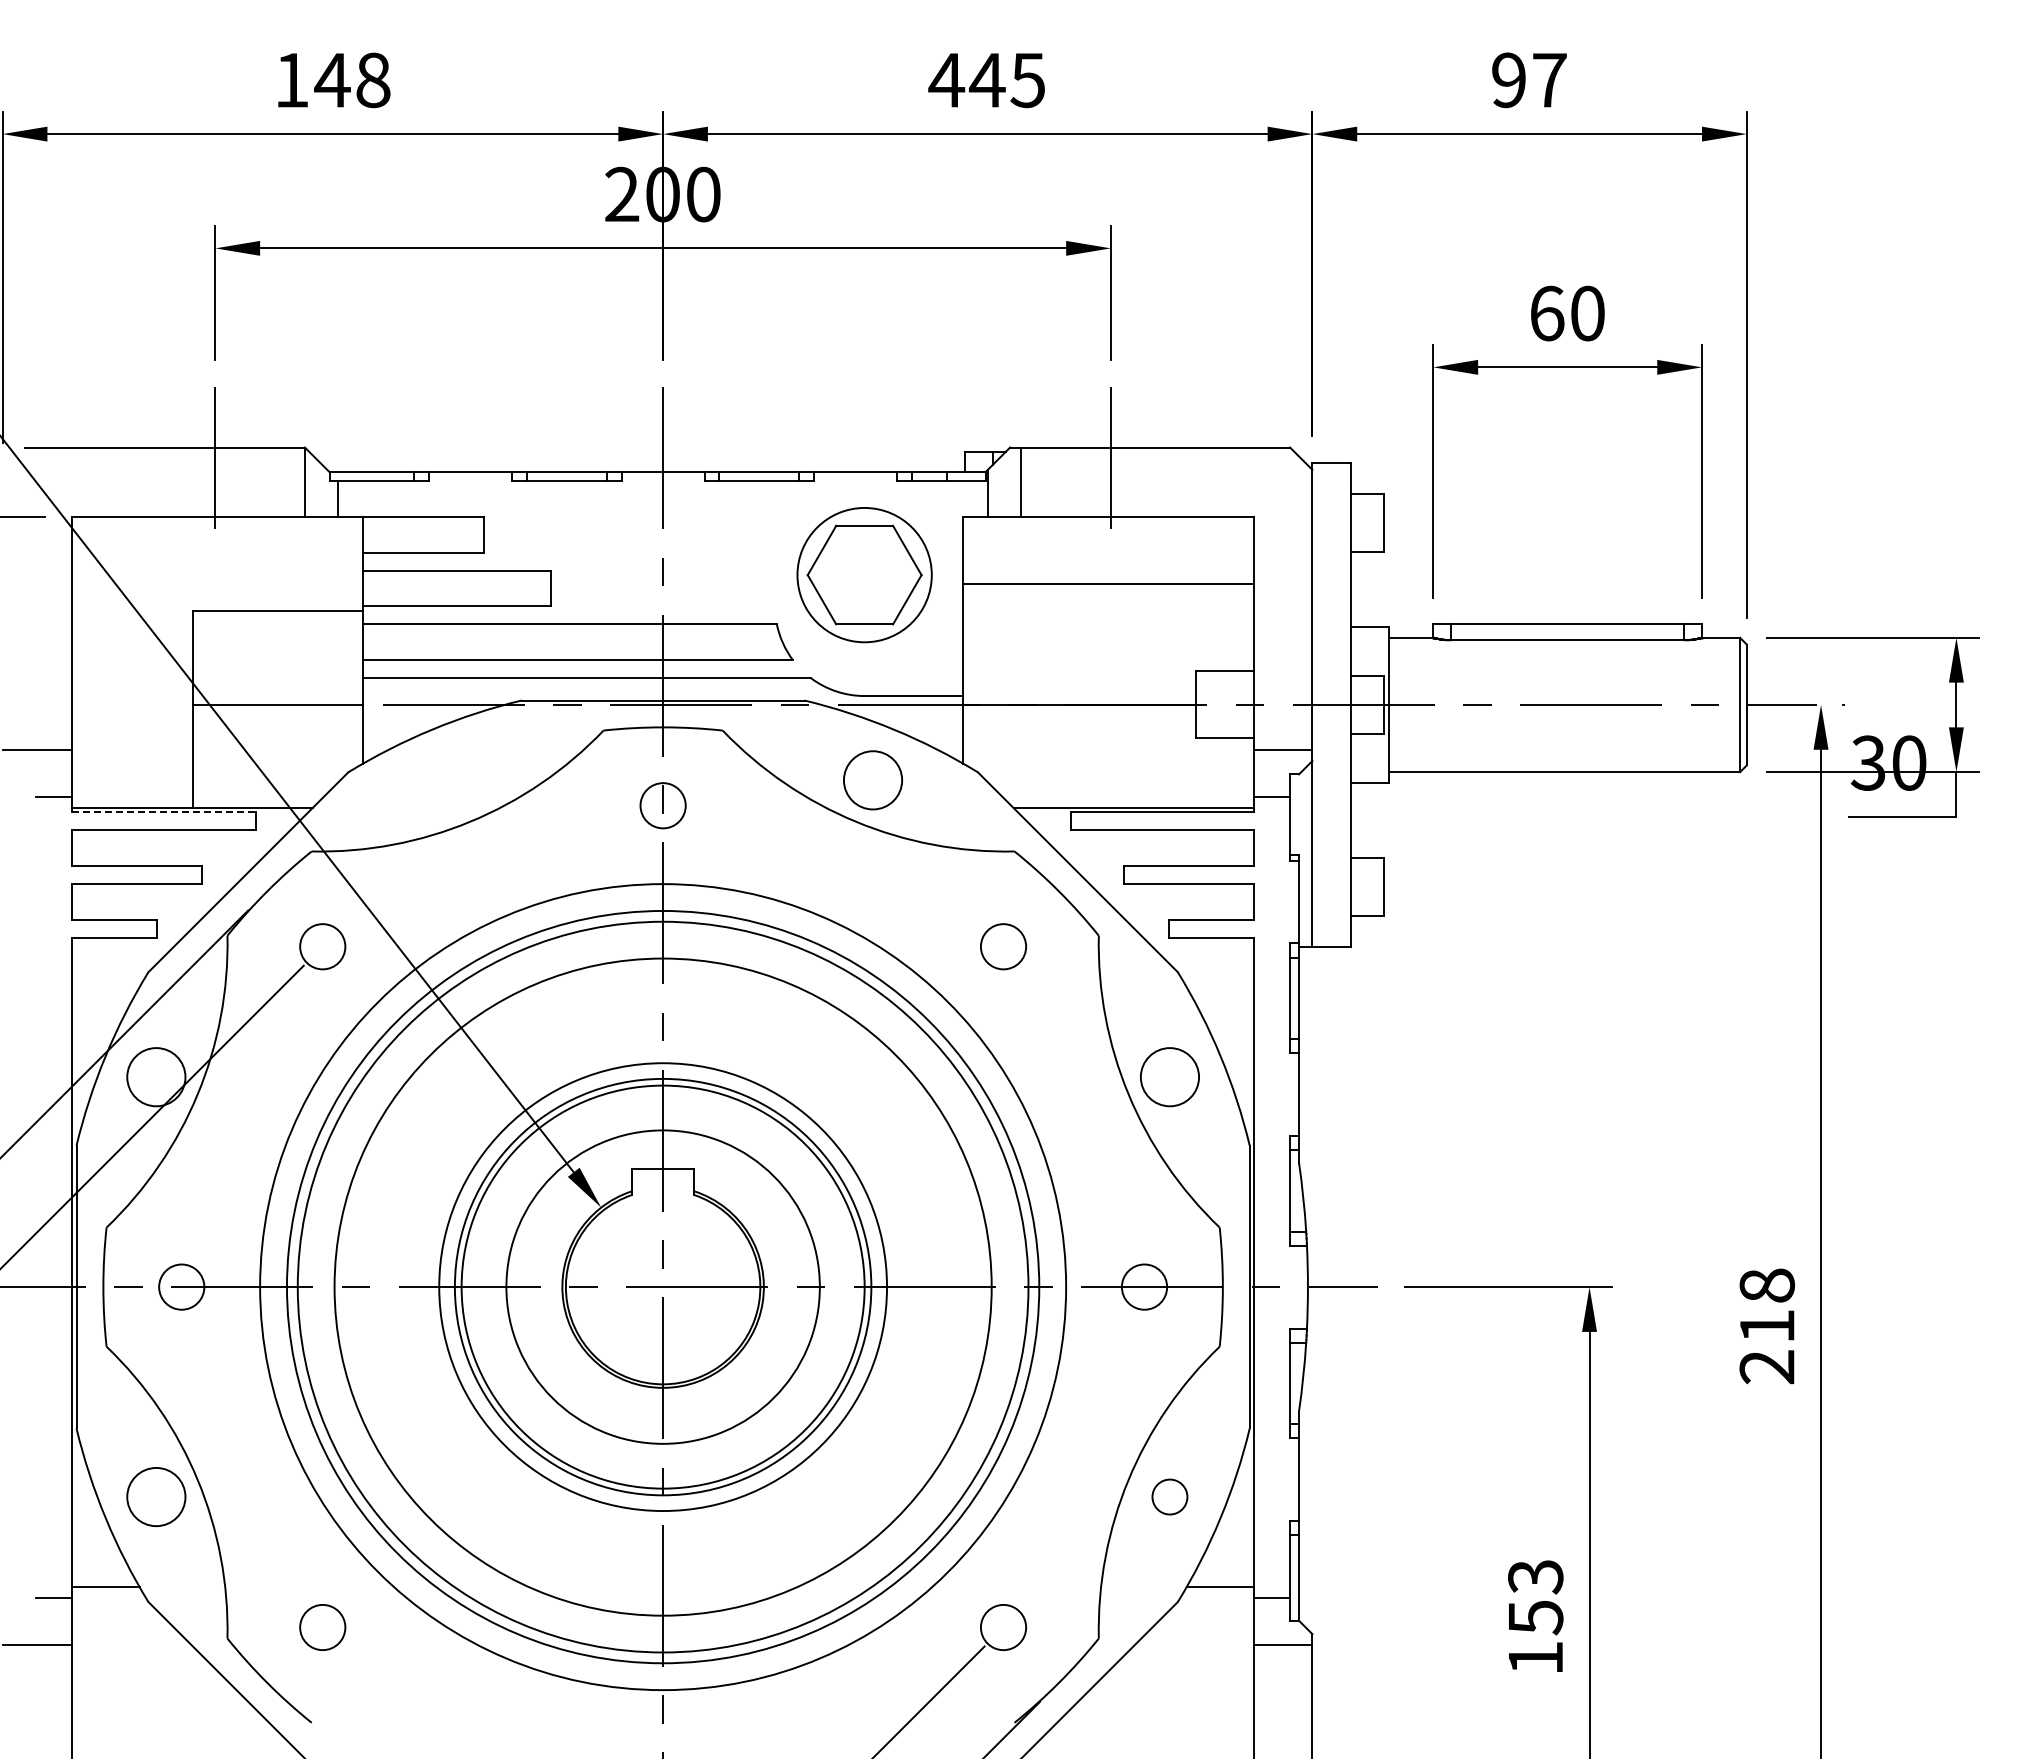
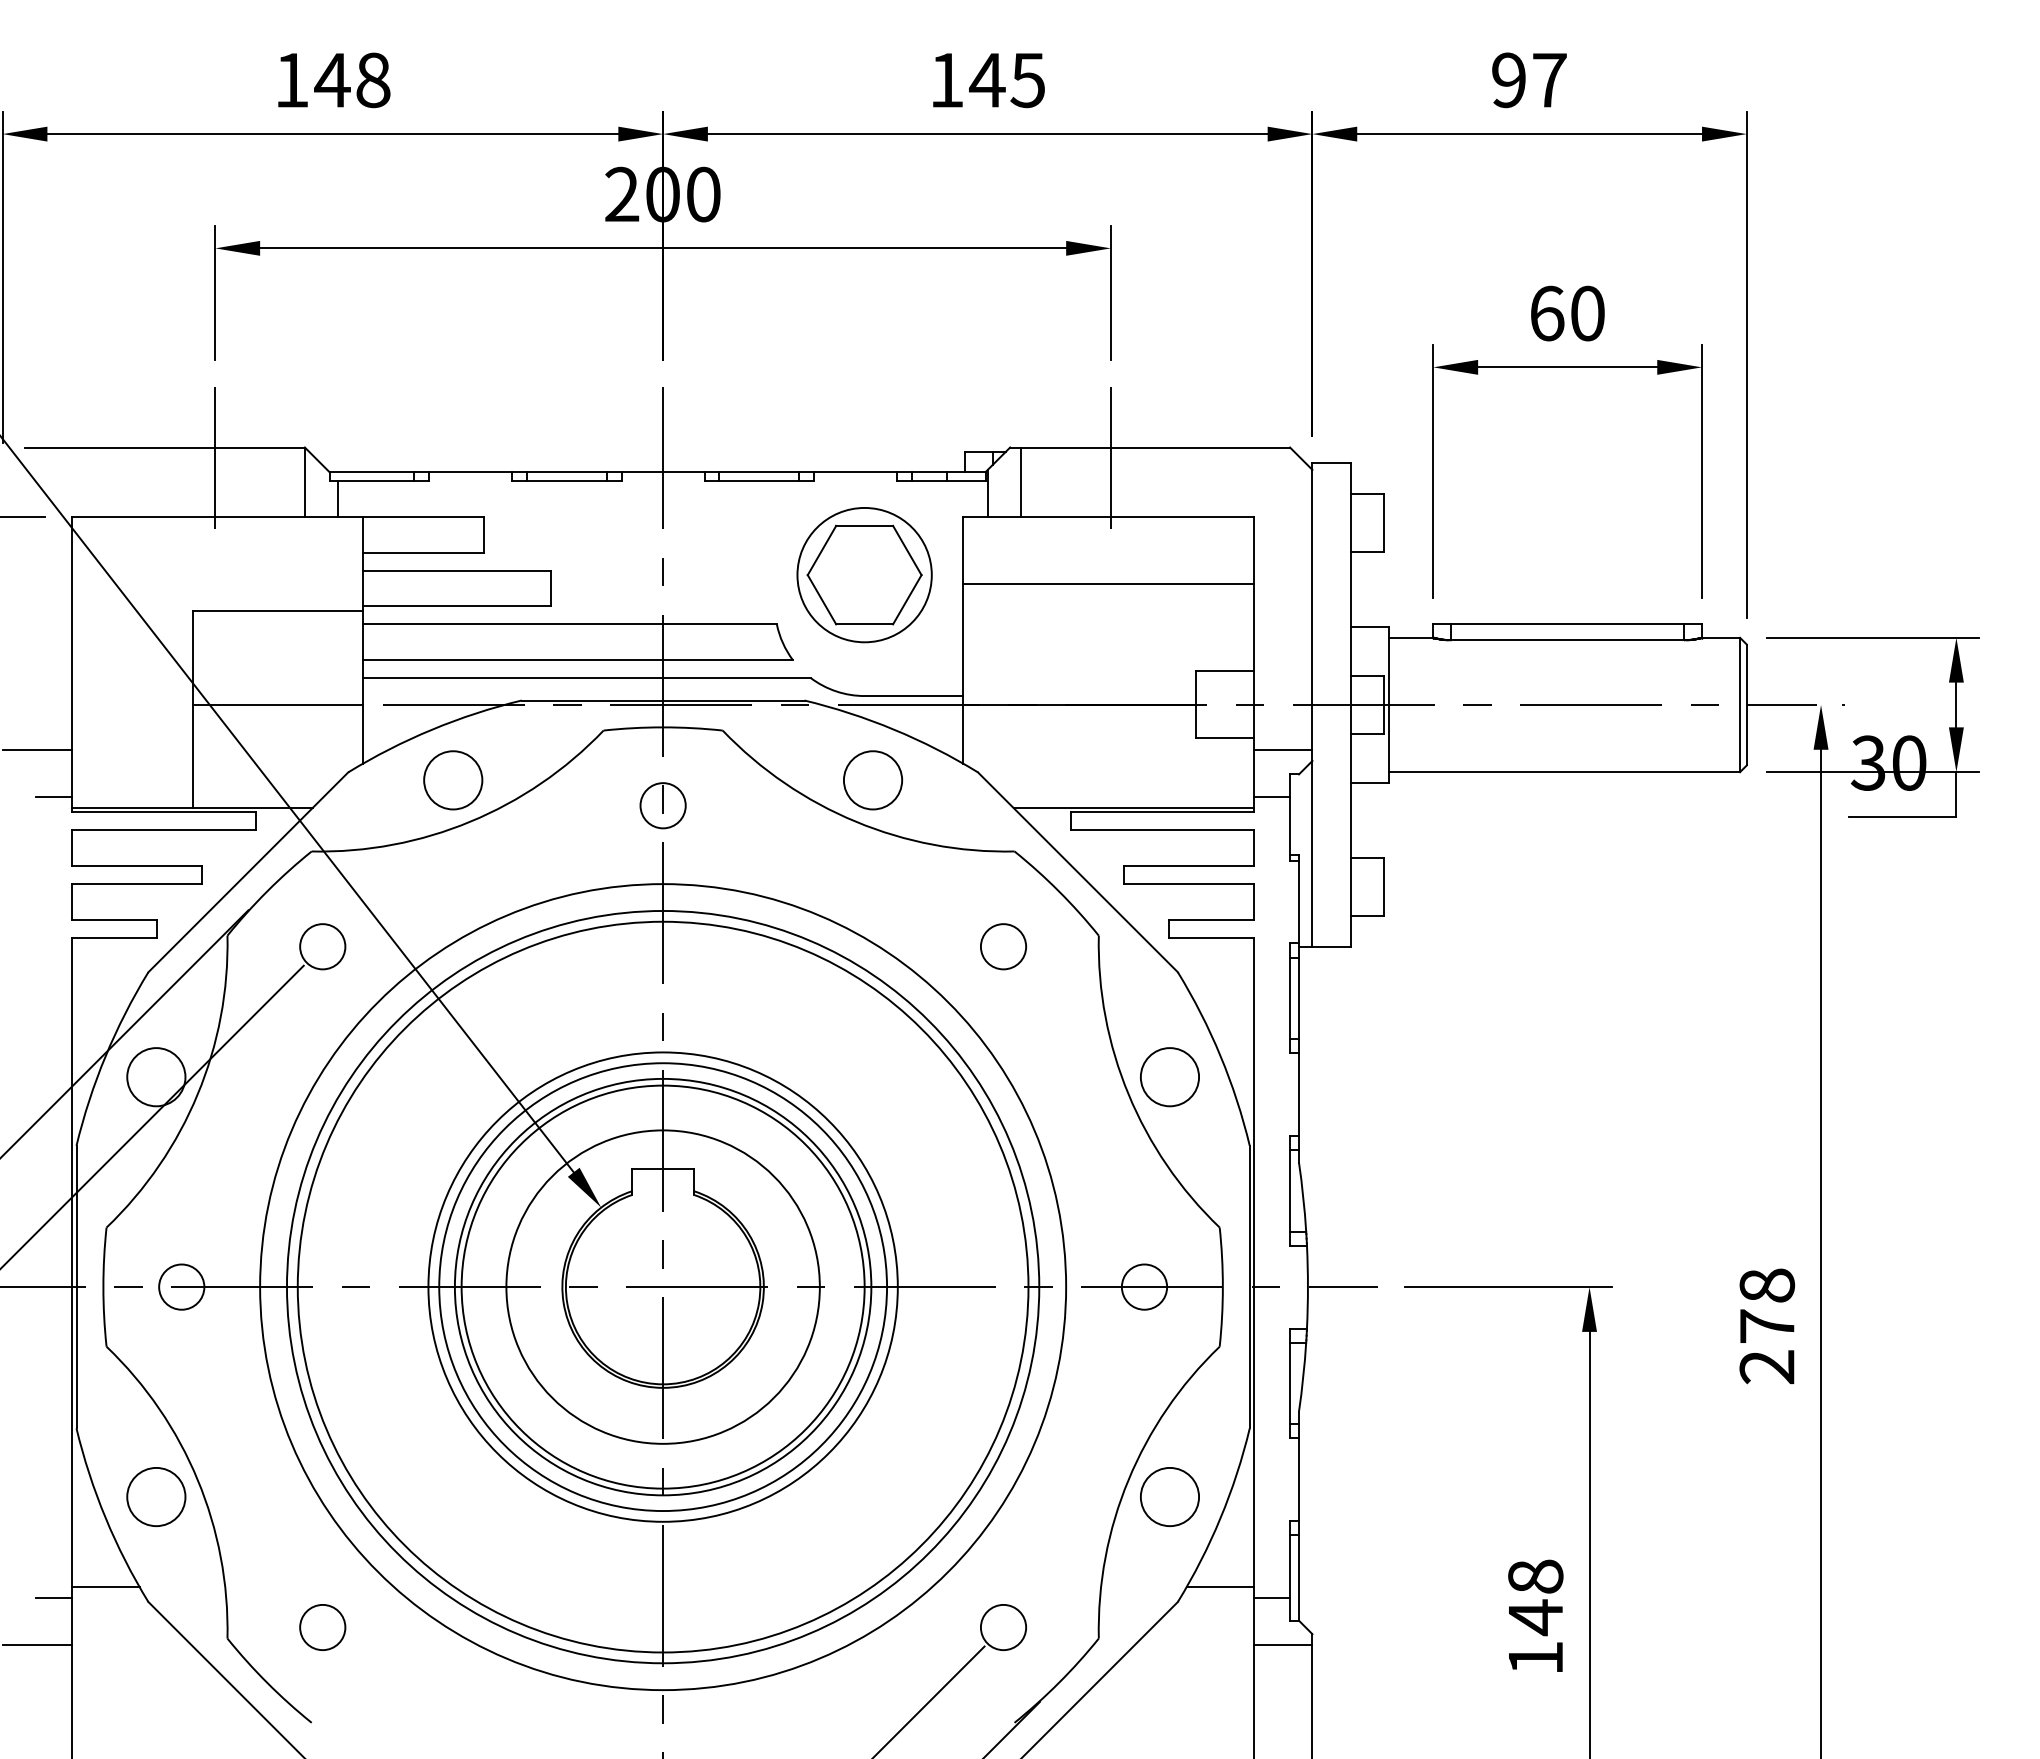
text at (946, 80): 445 -> 145
circle at (453, 780): none -> present
line at (163, 812): dashed -> solid
circle at (662, 1286) diameter: 657 px -> 469 px
text at (1767, 1325): 218 -> 278
circle at (1169, 1496) diameter: 35 px -> 58 px
text at (1535, 1597): 153 -> 148
